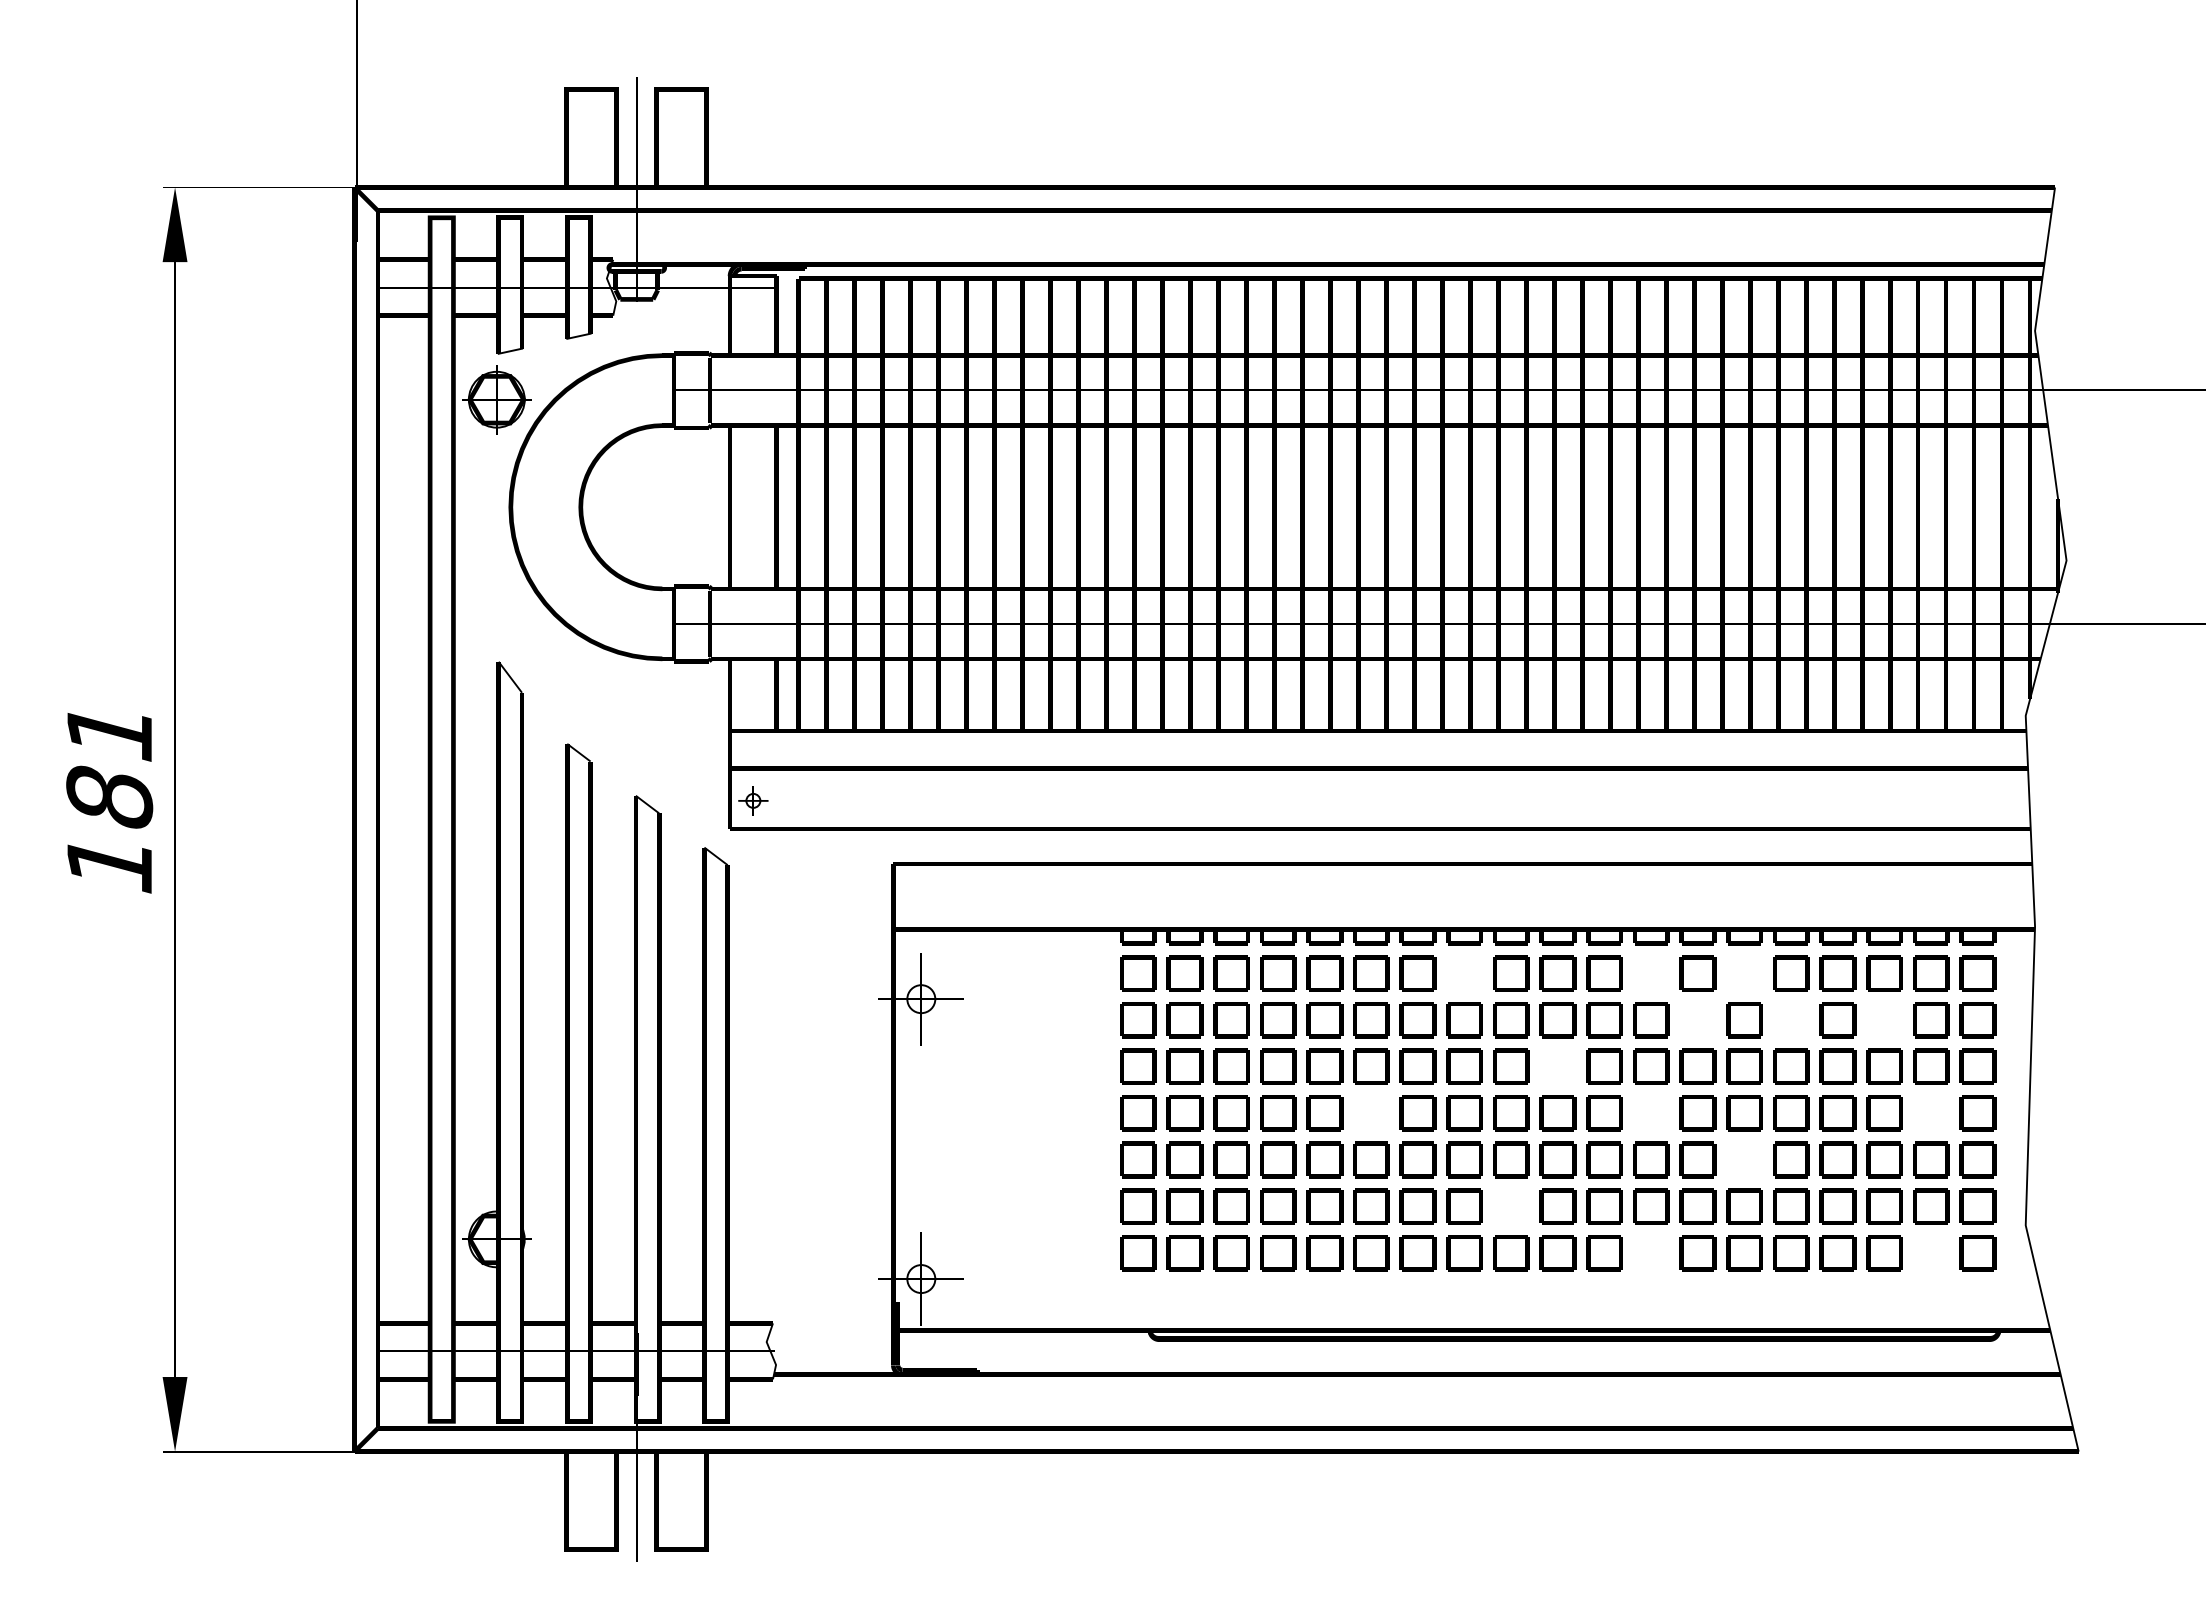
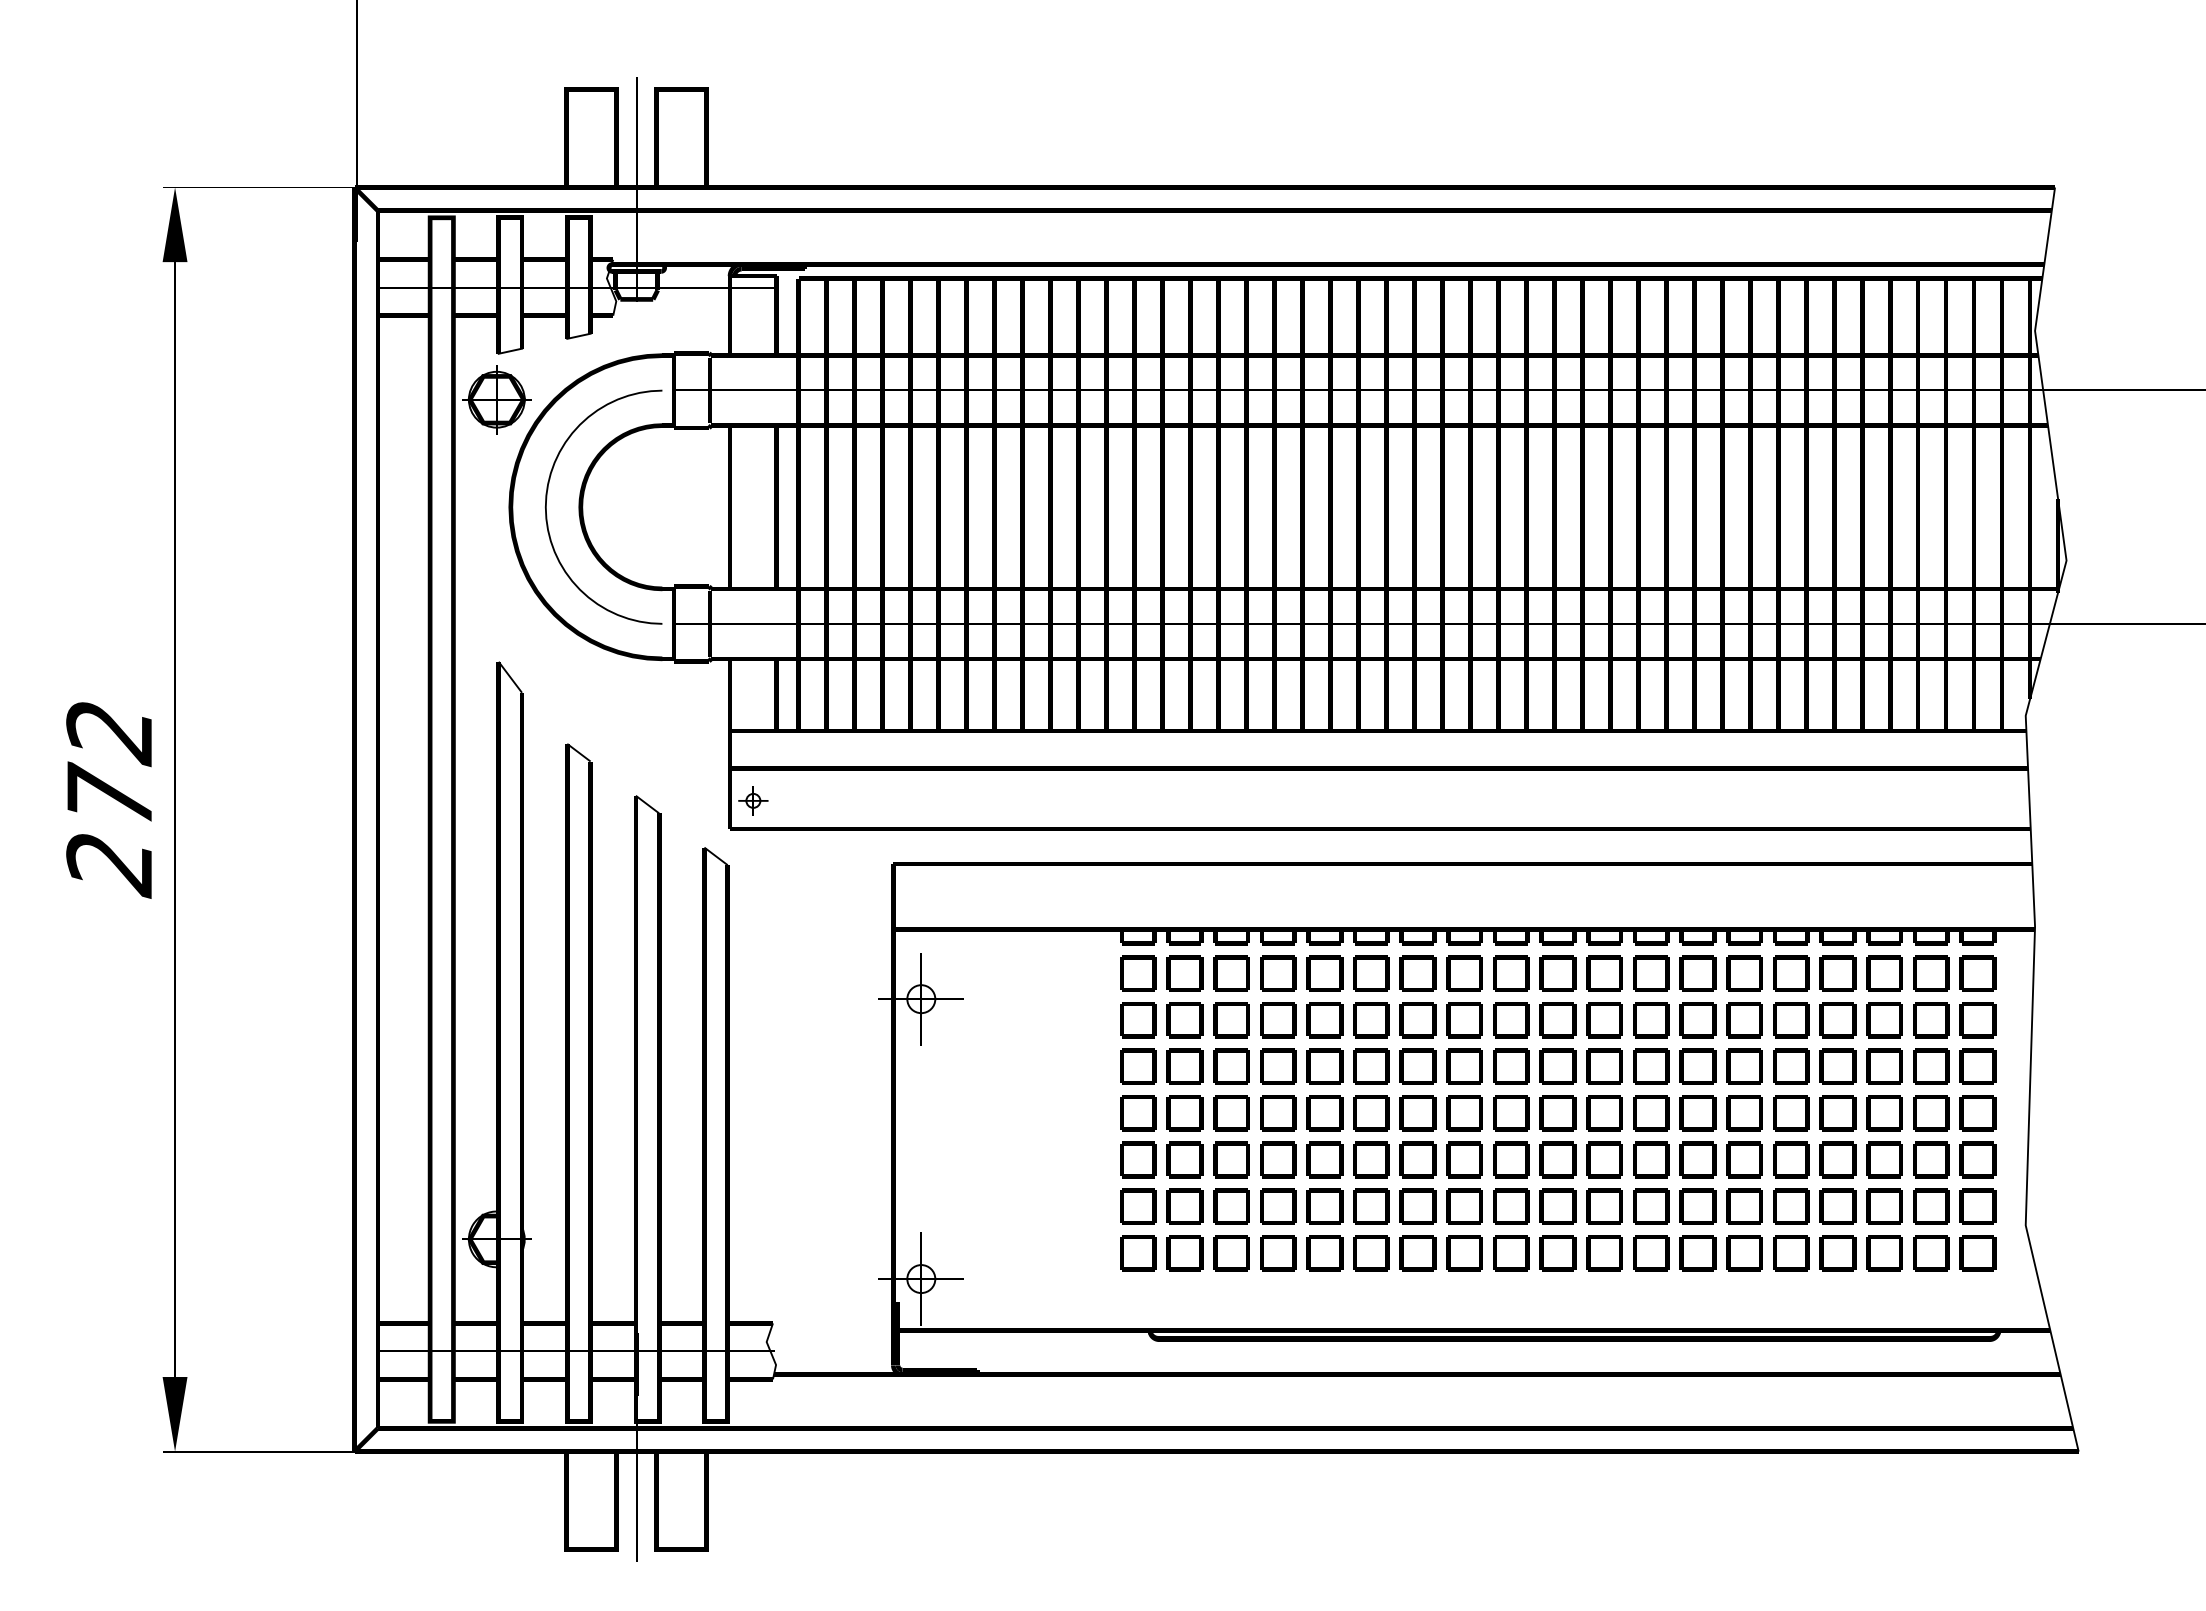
curve at (547, 498): none -> present
text at (109, 800): 181 -> 272
part at (1464, 973): none -> present
part at (1651, 973): none -> present
part at (1744, 973): none -> present
part at (1697, 1020): none -> present
part at (1791, 1020): none -> present
part at (1884, 1020): none -> present
part at (1557, 1066): none -> present
part at (1371, 1113): none -> present
part at (1651, 1113): none -> present
part at (1931, 1113): none -> present
part at (1744, 1159): none -> present
part at (1511, 1206): none -> present
part at (1651, 1253): none -> present
part at (1931, 1253): none -> present
